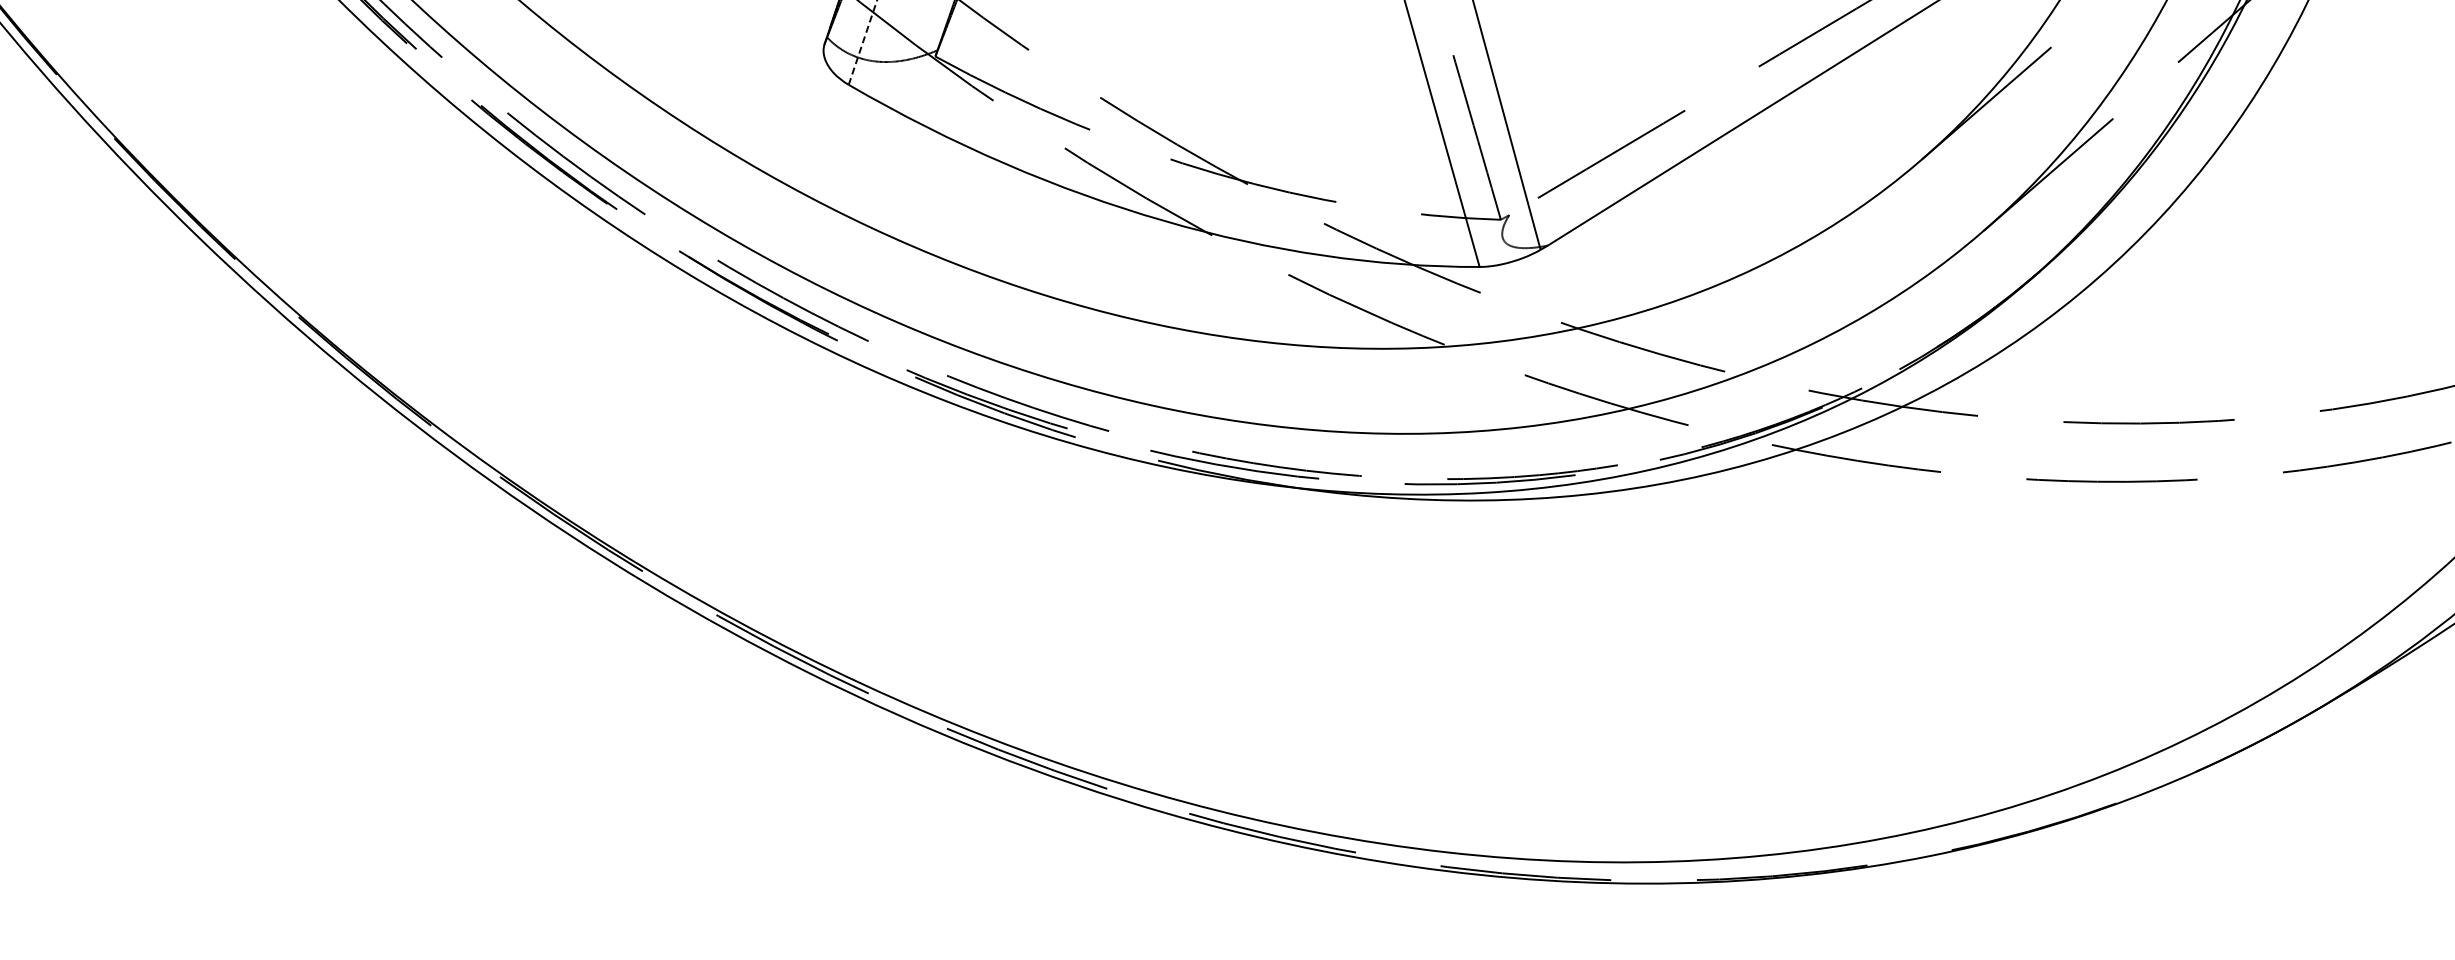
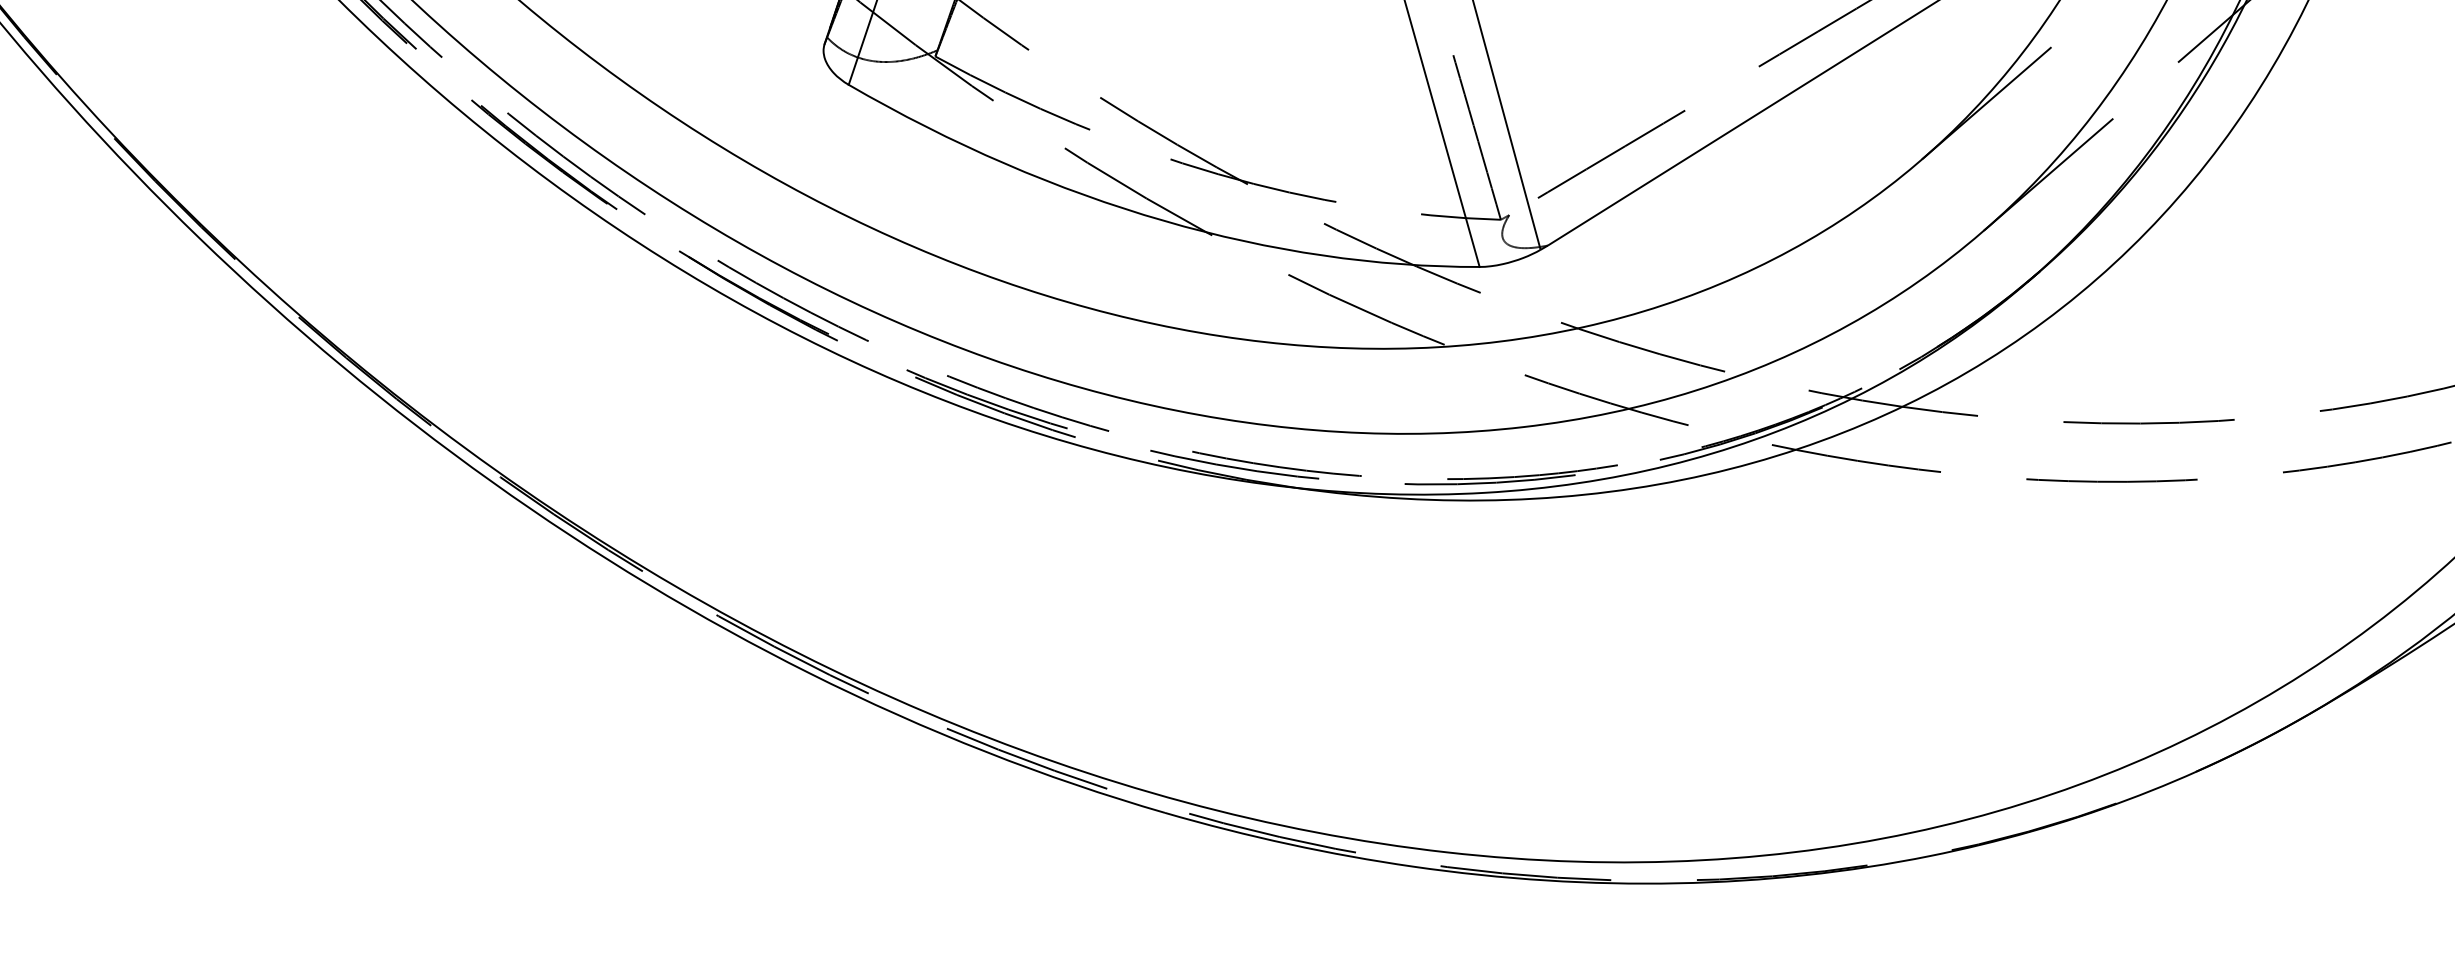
line at (862, 42): dashed -> solid
